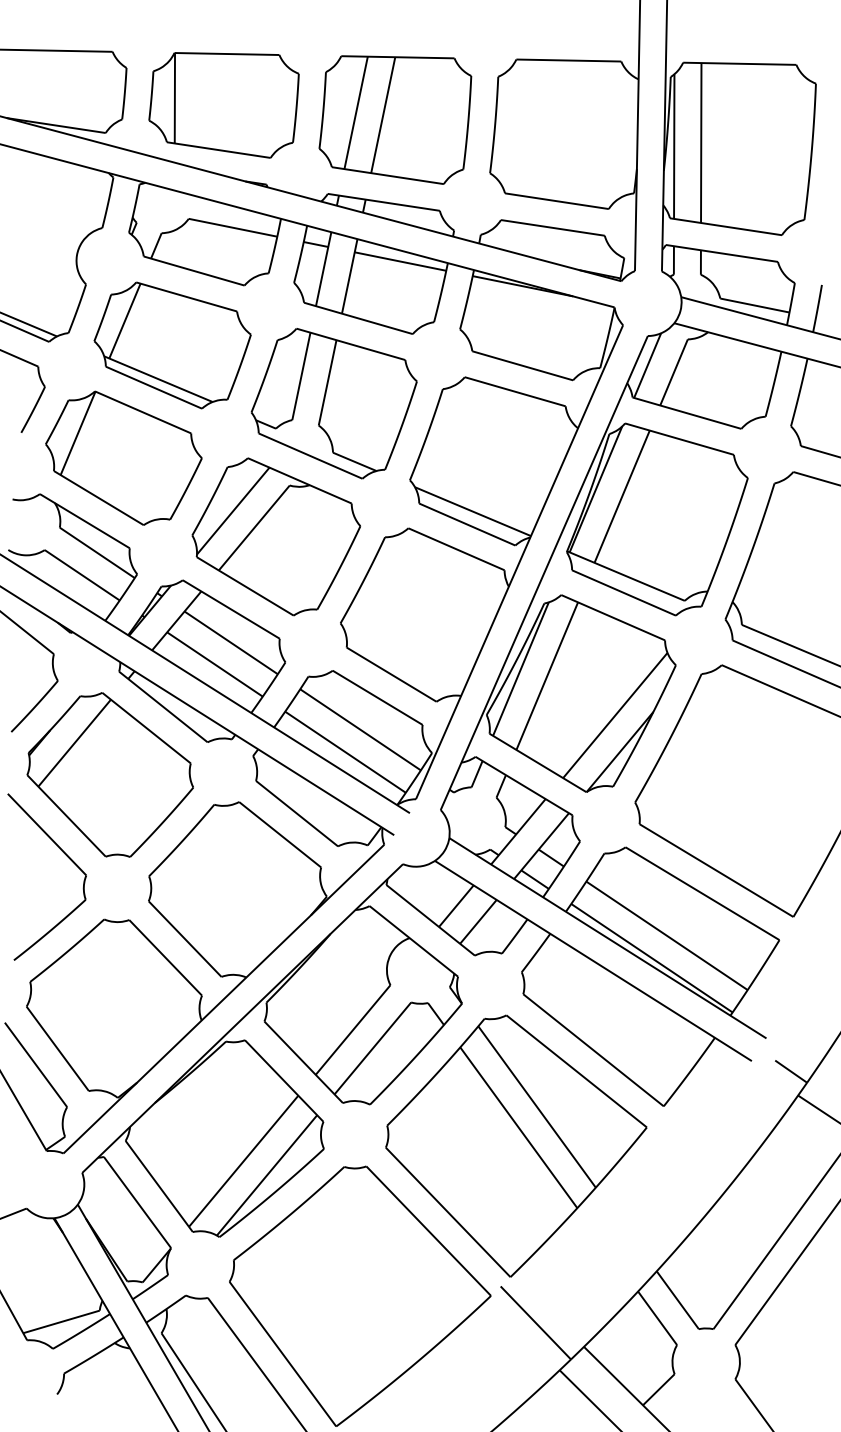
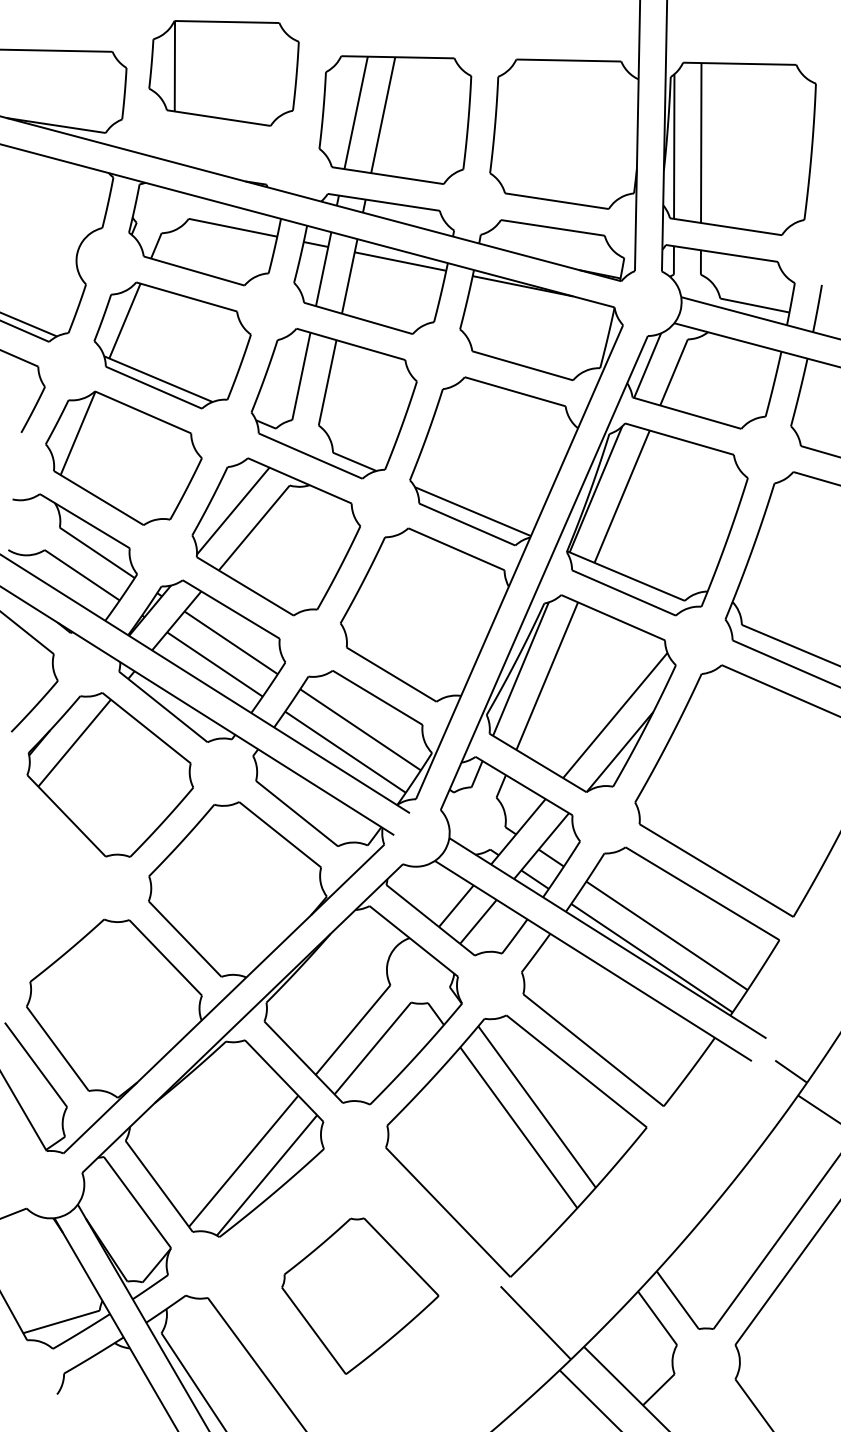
part at (223, 105) position: (223, 105) -> (223, 73)
part at (66, 856): present -> none
part at (360, 1295) size: 263x262 px -> 159x158 px
